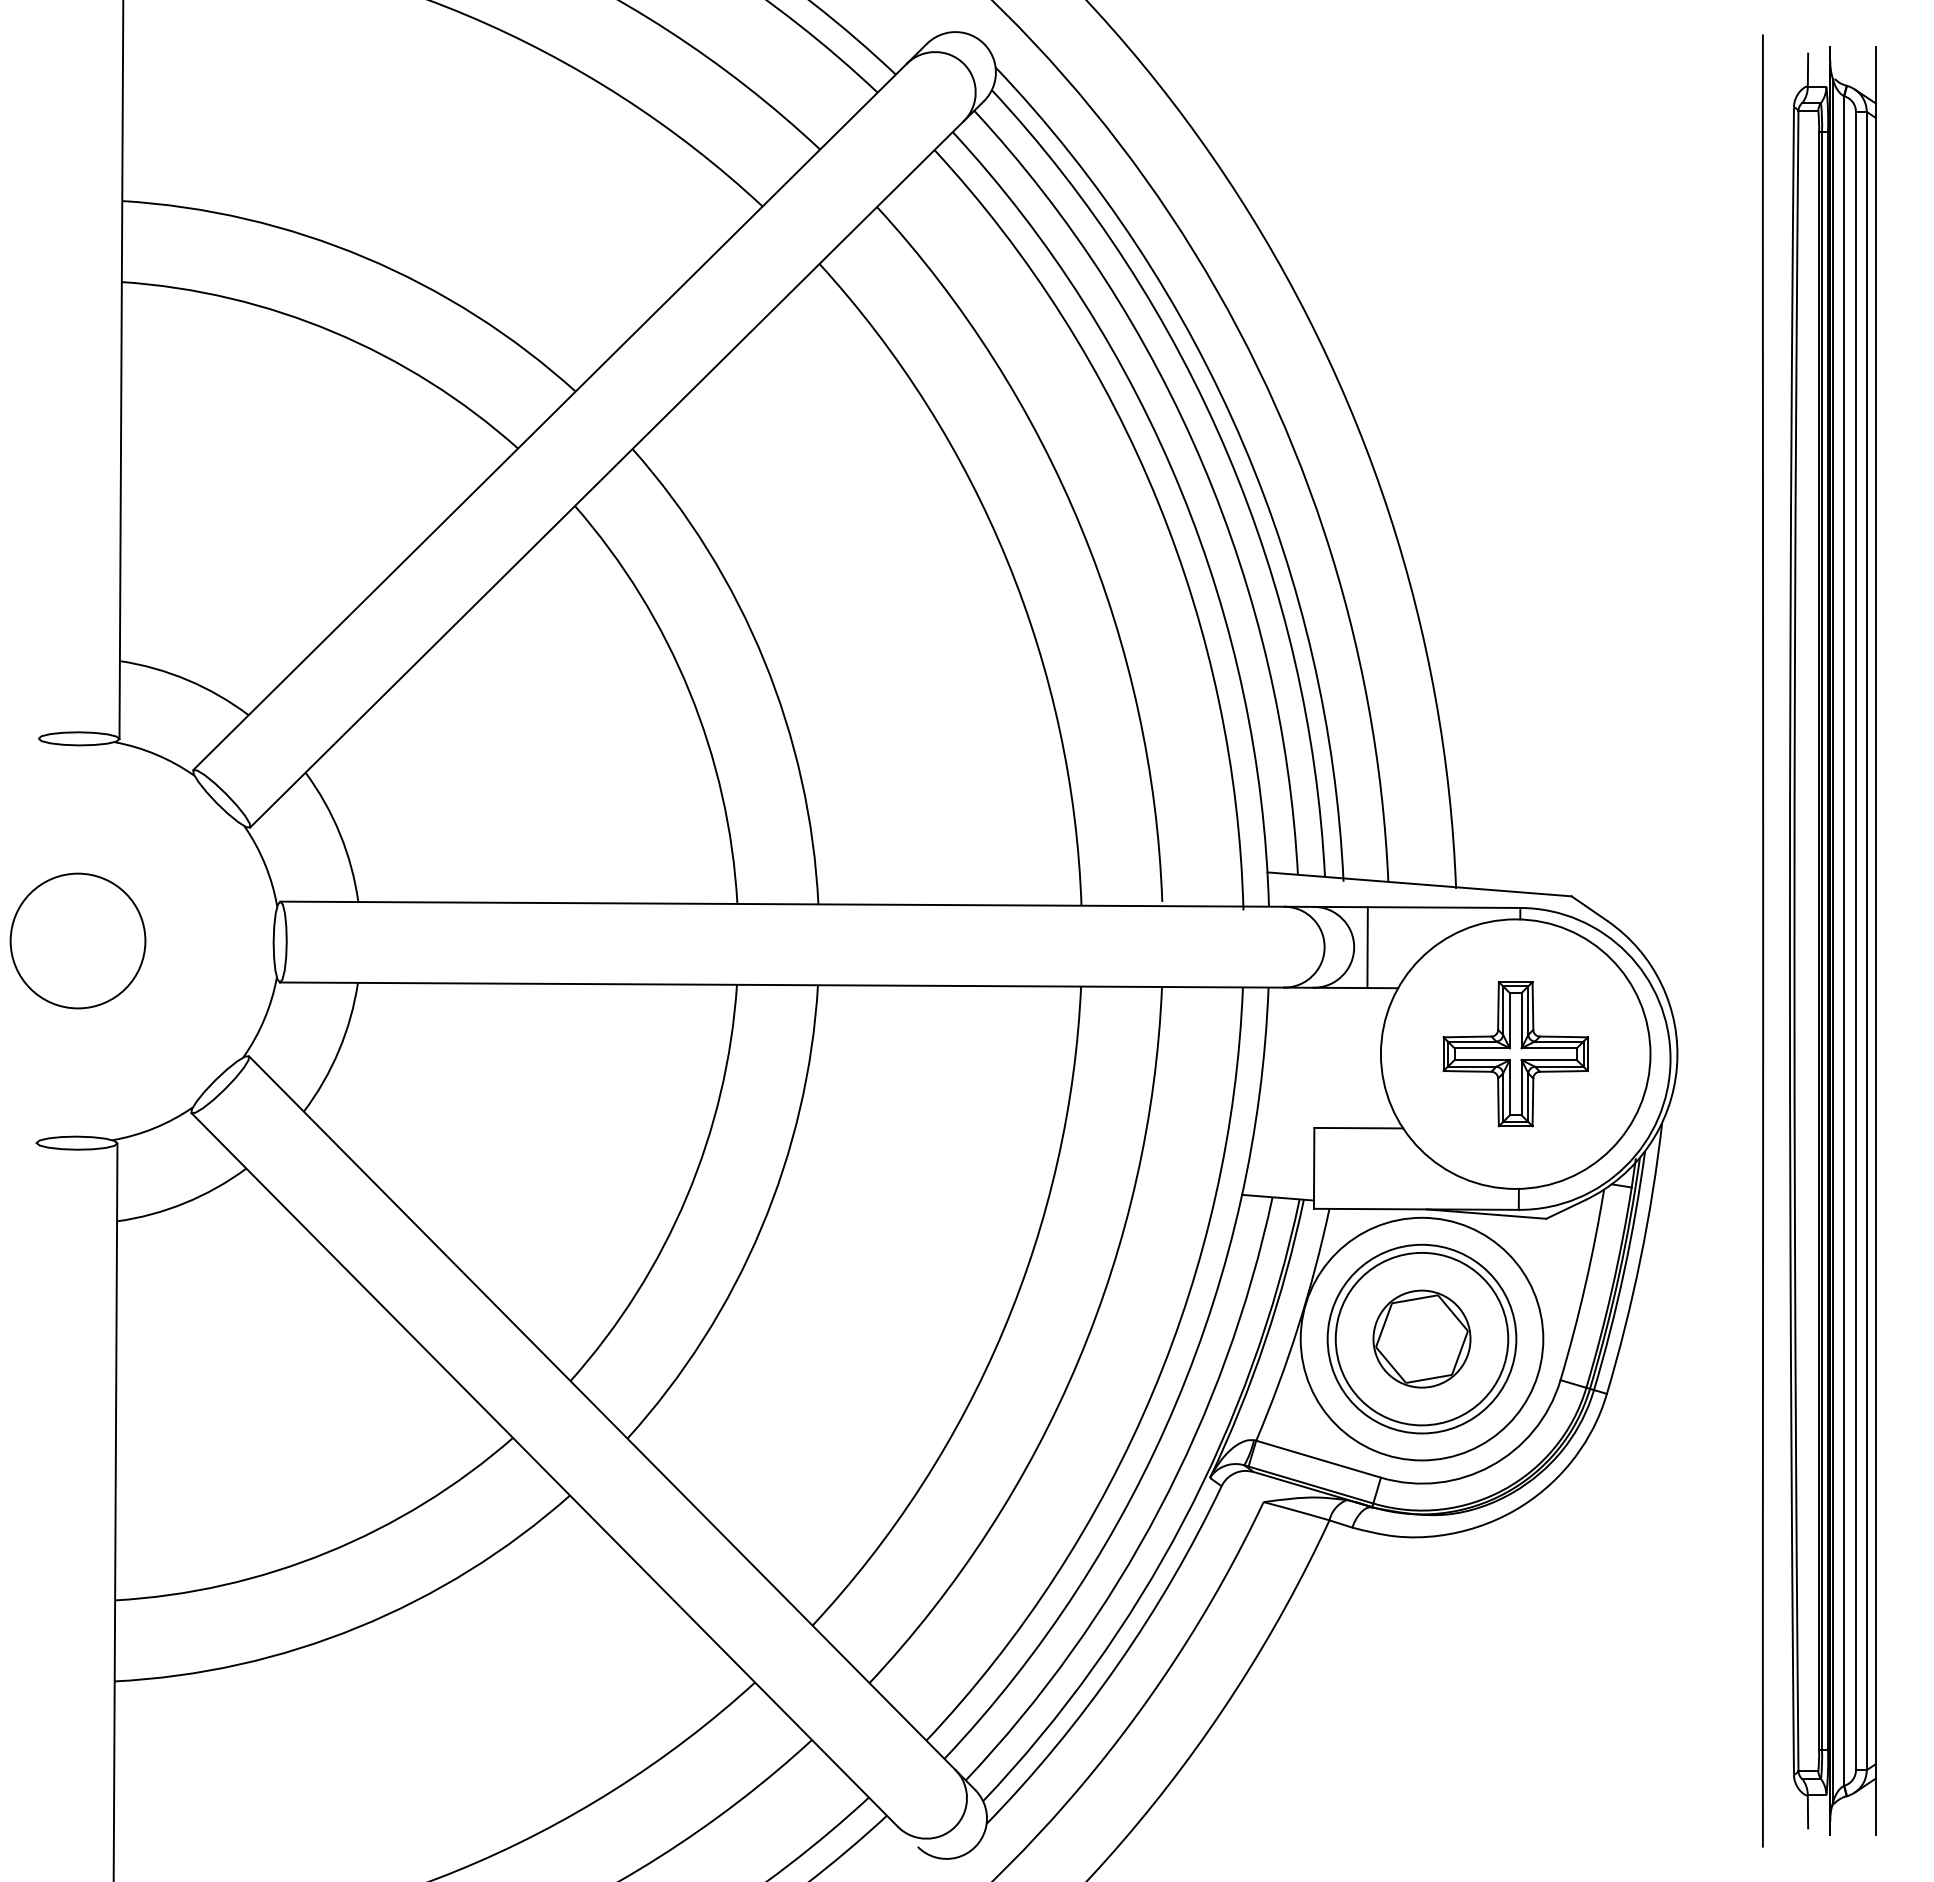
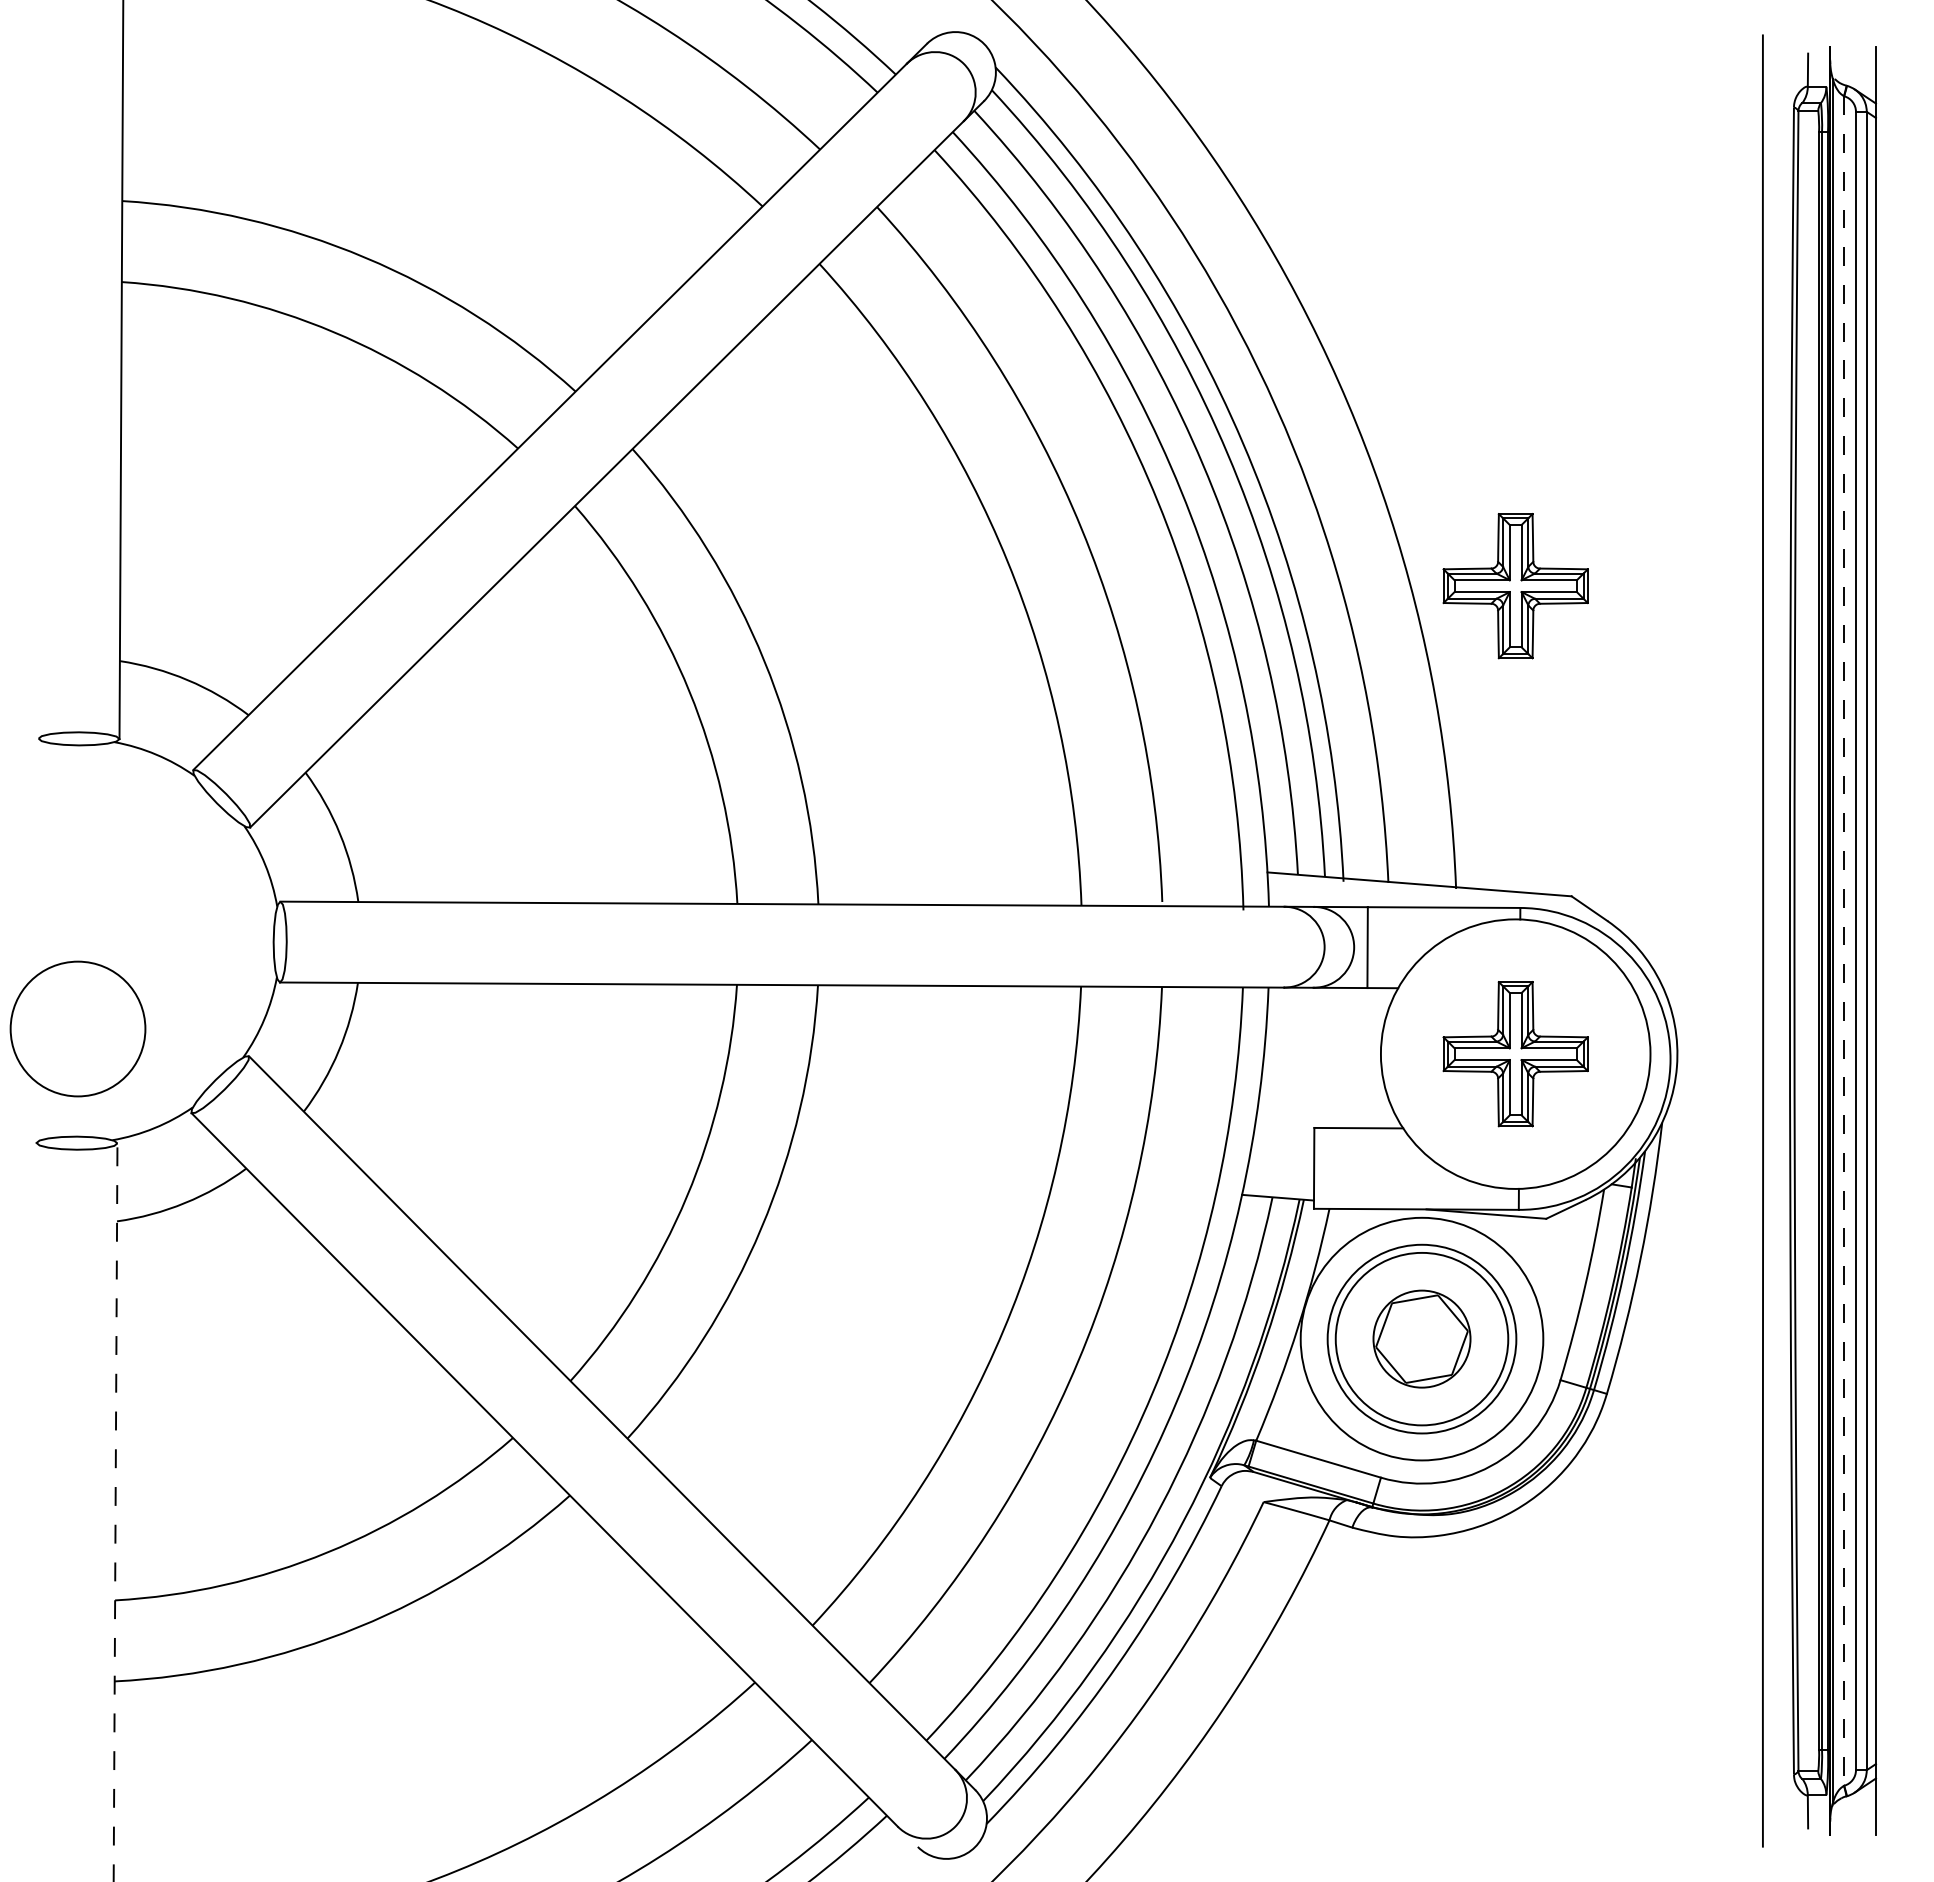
part at (1515, 586): none -> present
circle at (77, 940) position: (77, 940) -> (77, 1028)
line at (1844, 941): solid -> dashed
line at (115, 1512): solid -> dashed
